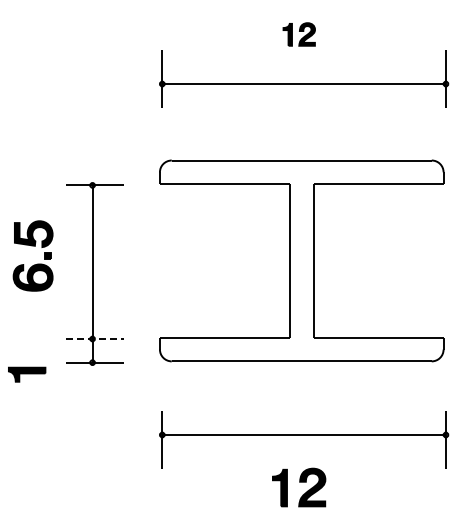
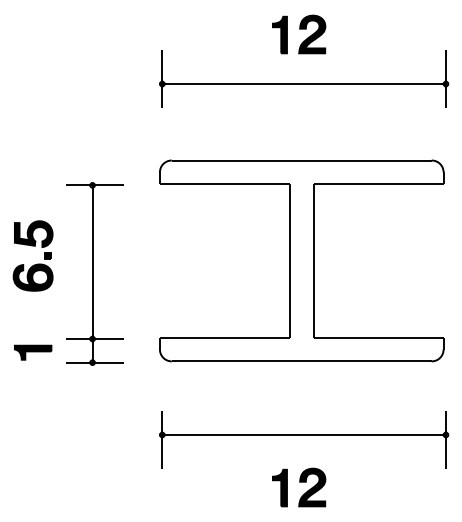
part at (298, 34) size: 34x25 px -> 55x41 px
line at (95, 339): dashed -> solid
part at (27, 374) position: (27, 374) -> (33, 352)
